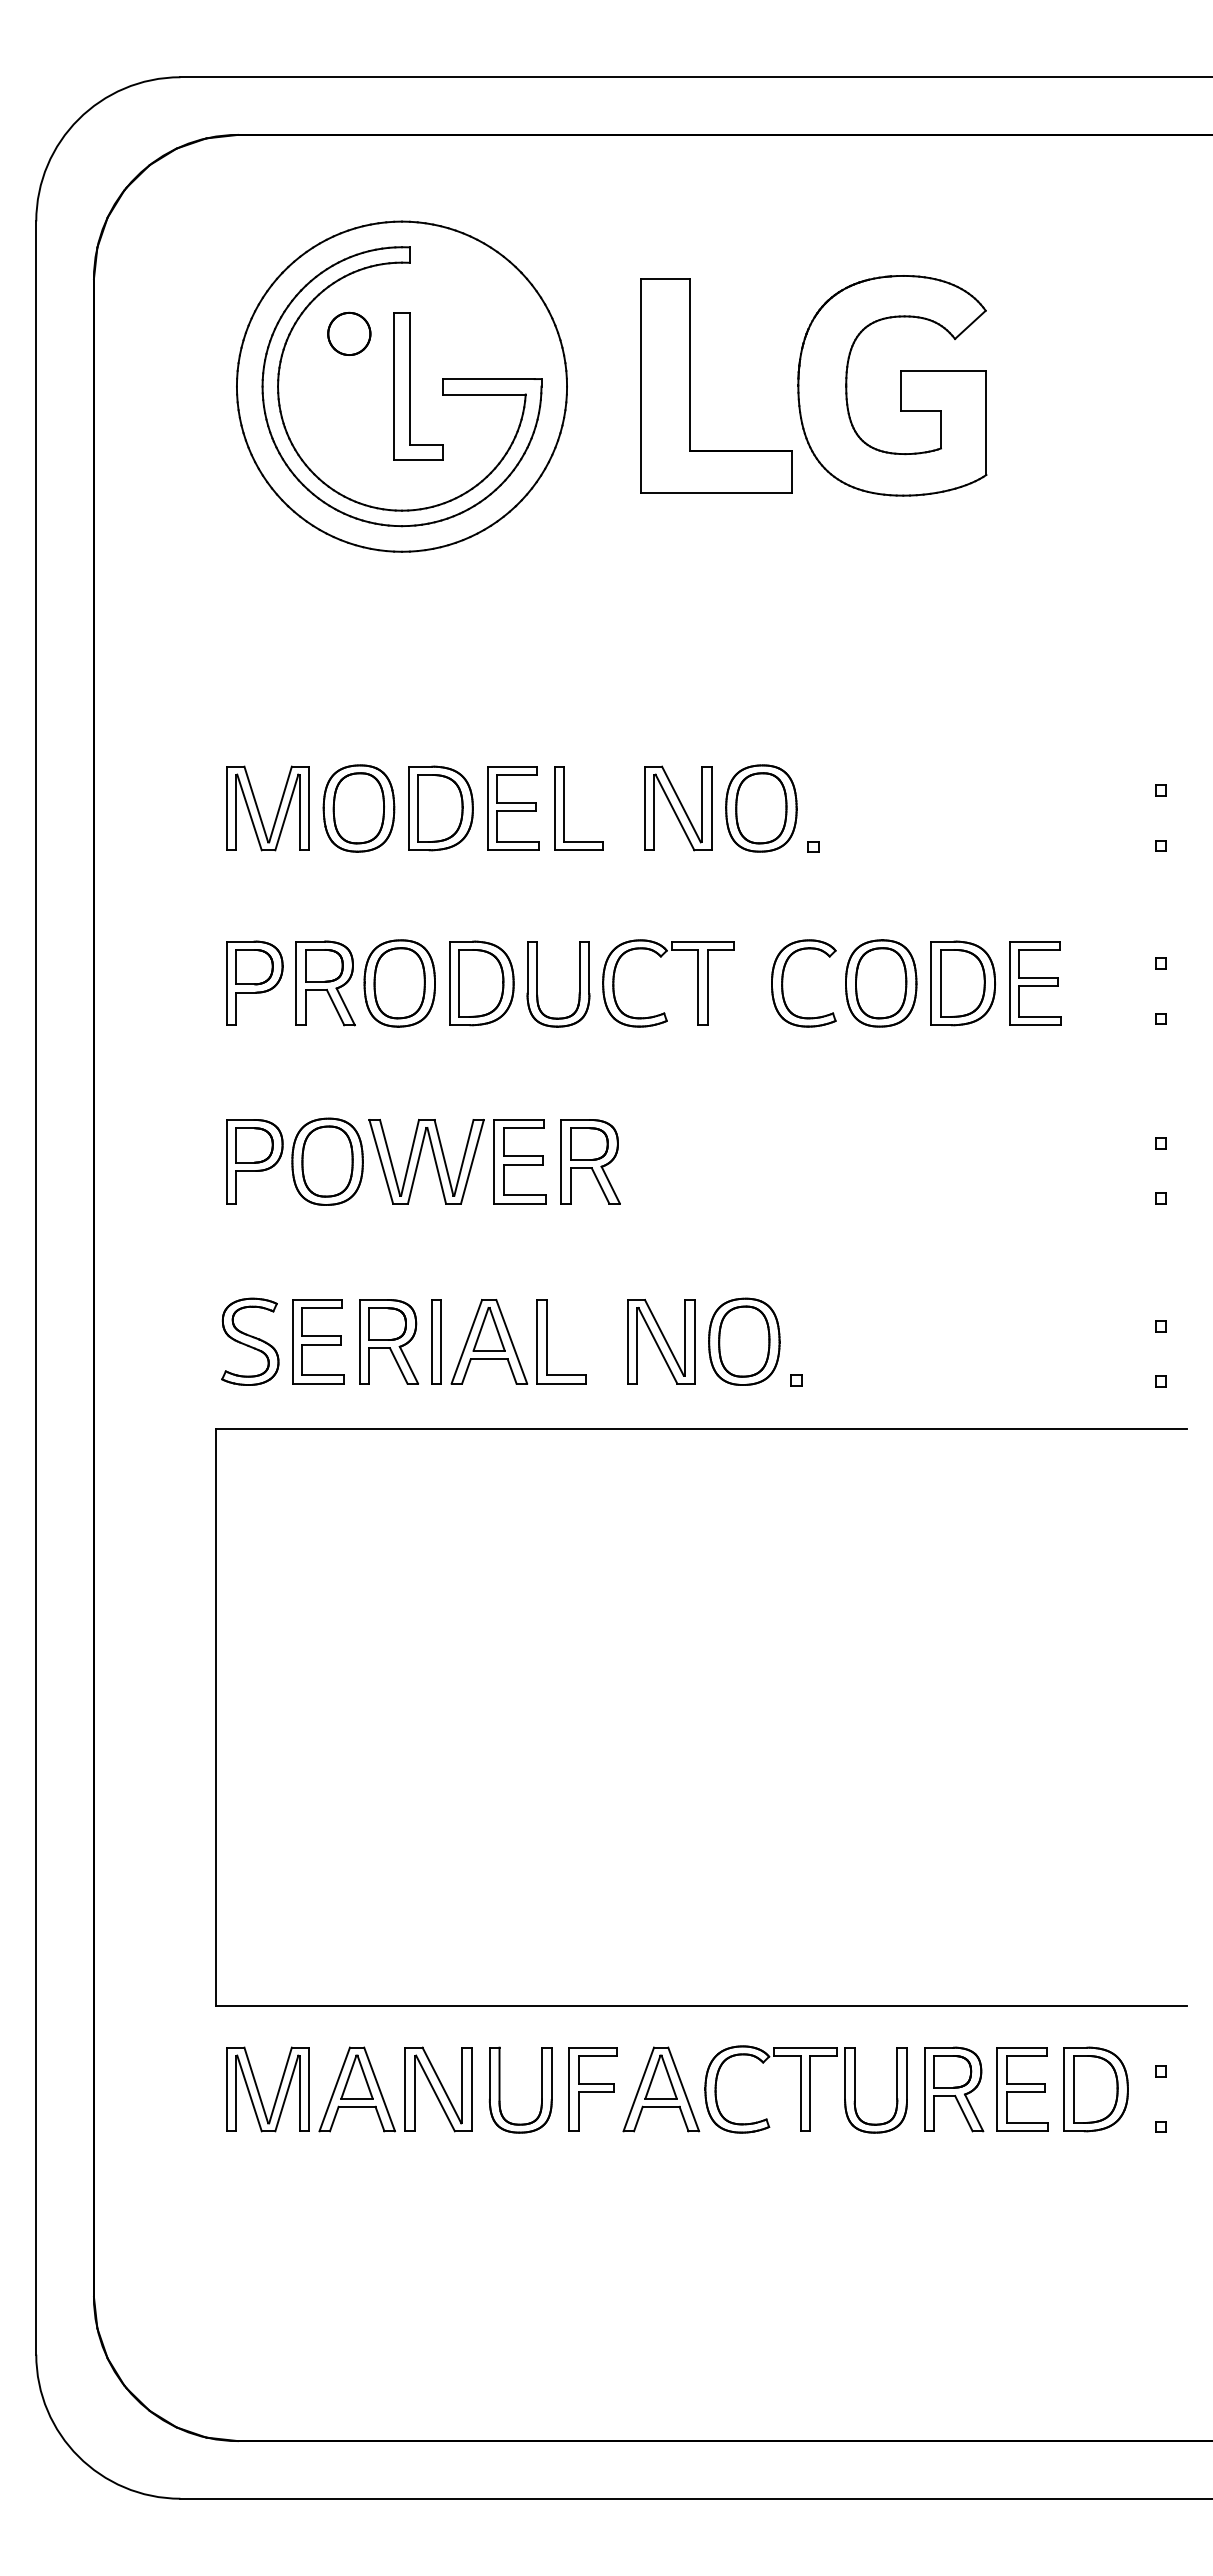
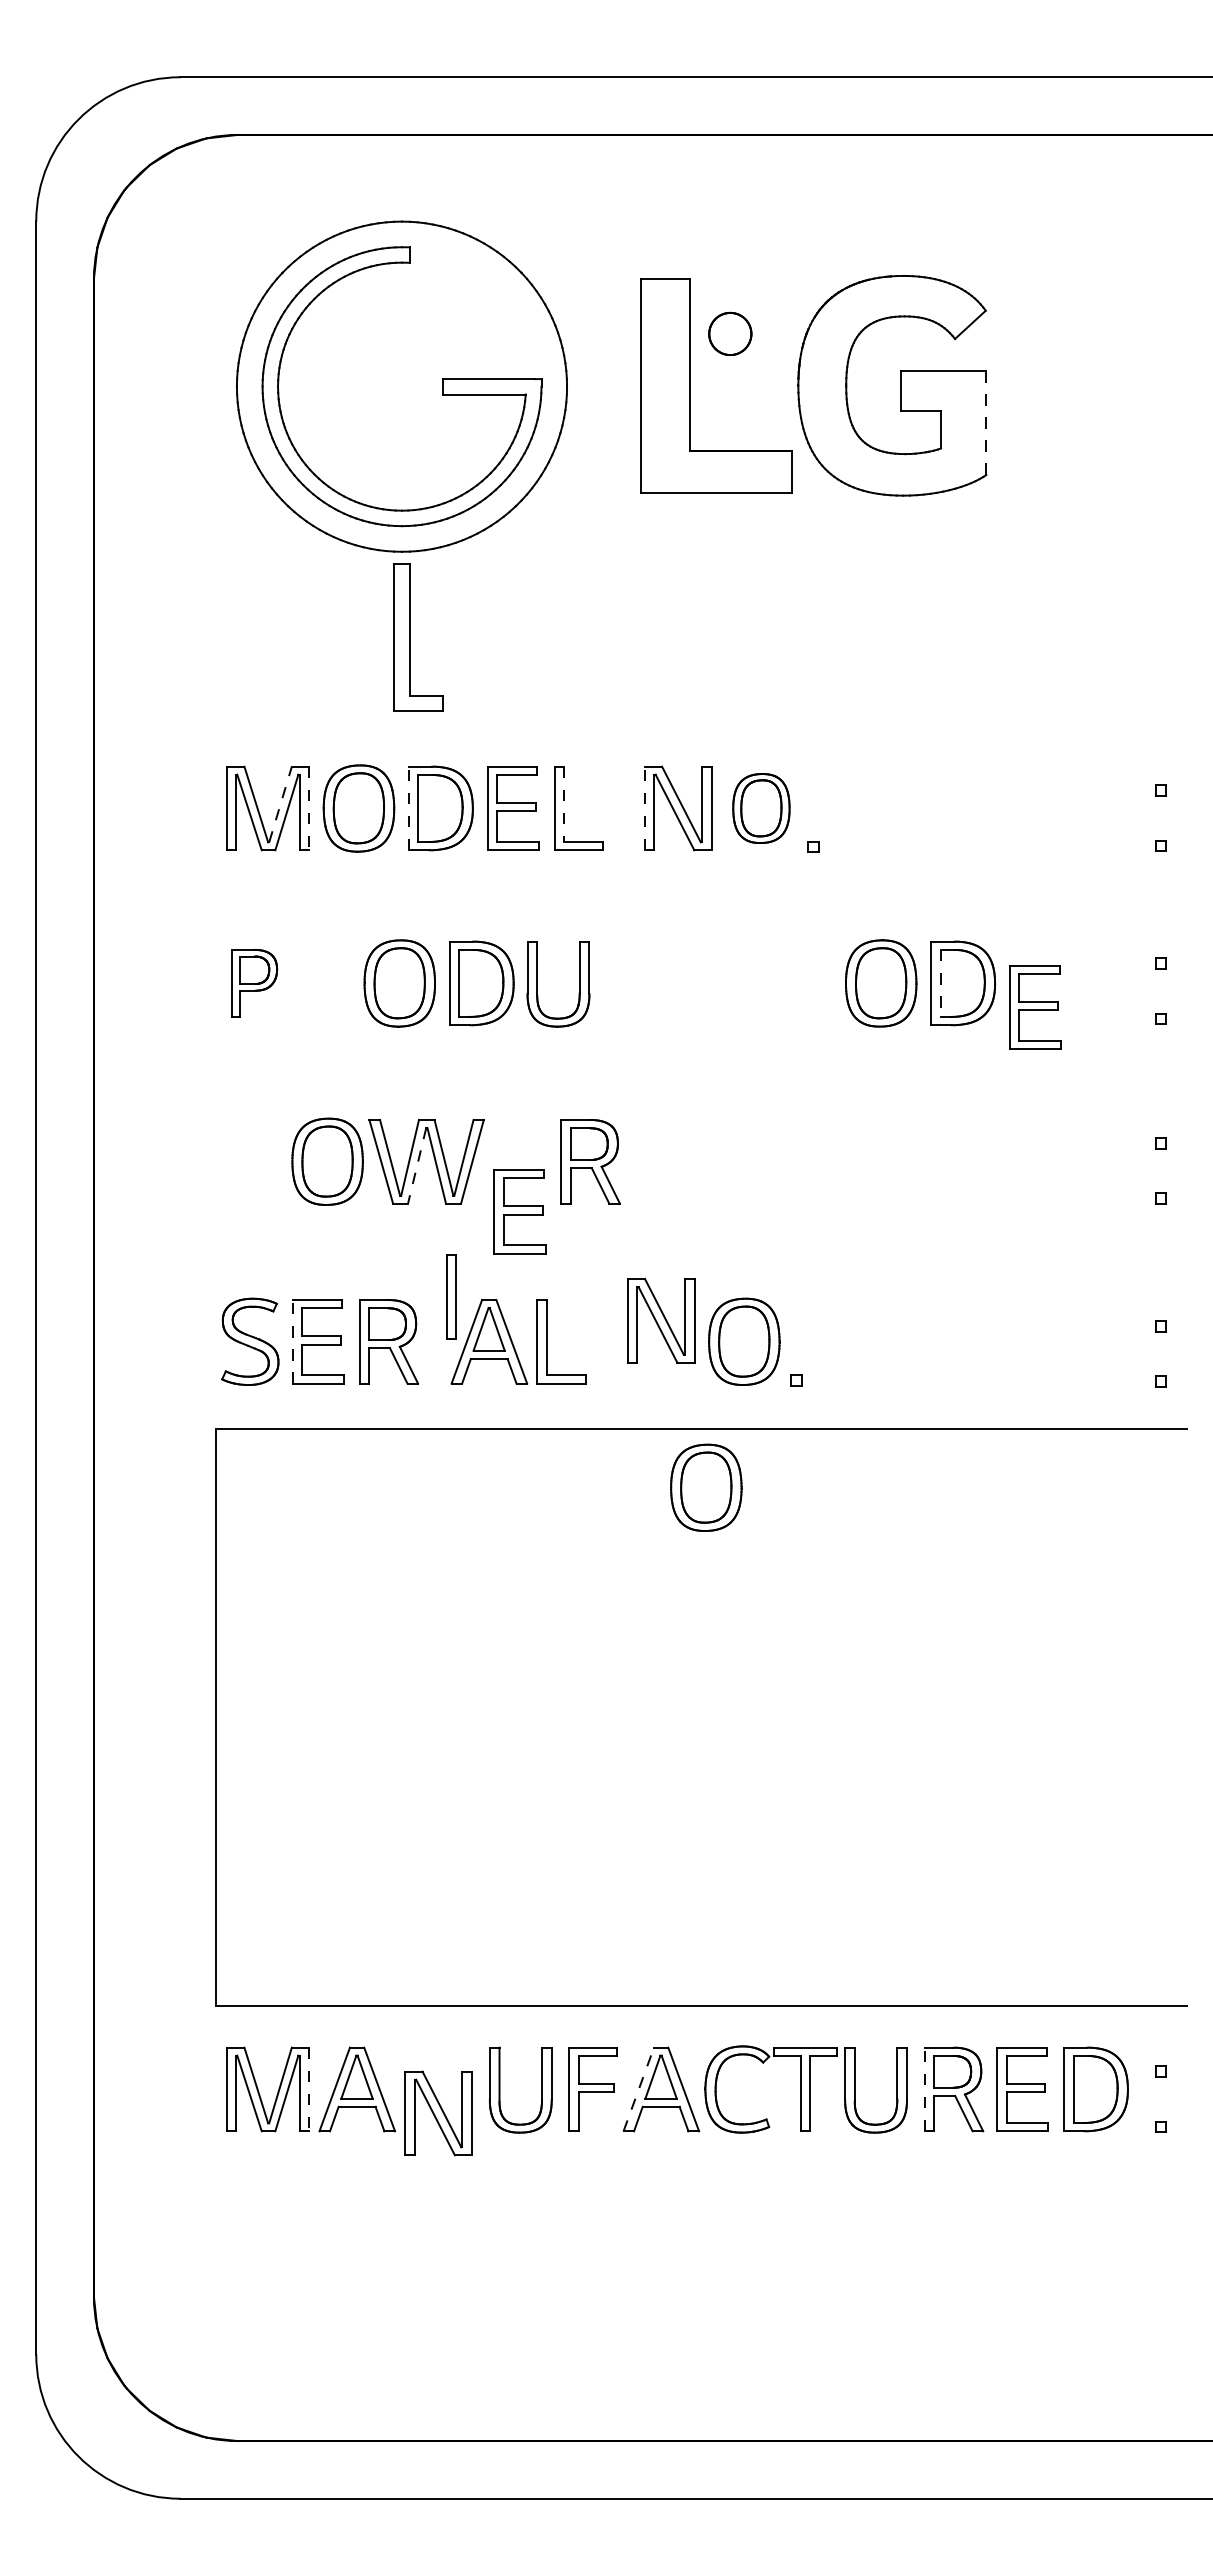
part at (349, 333) position: (349, 333) -> (730, 333)
part at (410, 386) position: (410, 386) -> (410, 637)
line at (986, 423): solid -> dashed
line at (280, 804): solid -> dashed
line at (564, 804): solid -> dashed
line at (309, 808): solid -> dashed
line at (408, 808): solid -> dashed
line at (644, 808): solid -> dashed
part at (761, 808) size: 73x89 px -> 59x71 px
part at (661, 957): present -> none
part at (254, 982) size: 58x86 px -> 48x69 px
part at (325, 983): present -> none
part at (783, 983): present -> none
line at (940, 983): solid -> dashed
part at (1035, 983) position: (1035, 983) -> (1035, 1007)
part at (254, 1161): present -> none
part at (519, 1161) position: (519, 1161) -> (519, 1211)
line at (417, 1165): solid -> dashed
line at (292, 1341): solid -> dashed
part at (436, 1341) position: (436, 1341) -> (451, 1296)
part at (661, 1341) position: (661, 1341) -> (661, 1320)
part at (706, 1487): none -> present
line at (309, 2089): solid -> dashed
part at (438, 2089) position: (438, 2089) -> (438, 2113)
line at (638, 2089): solid -> dashed
line at (924, 2089): solid -> dashed
